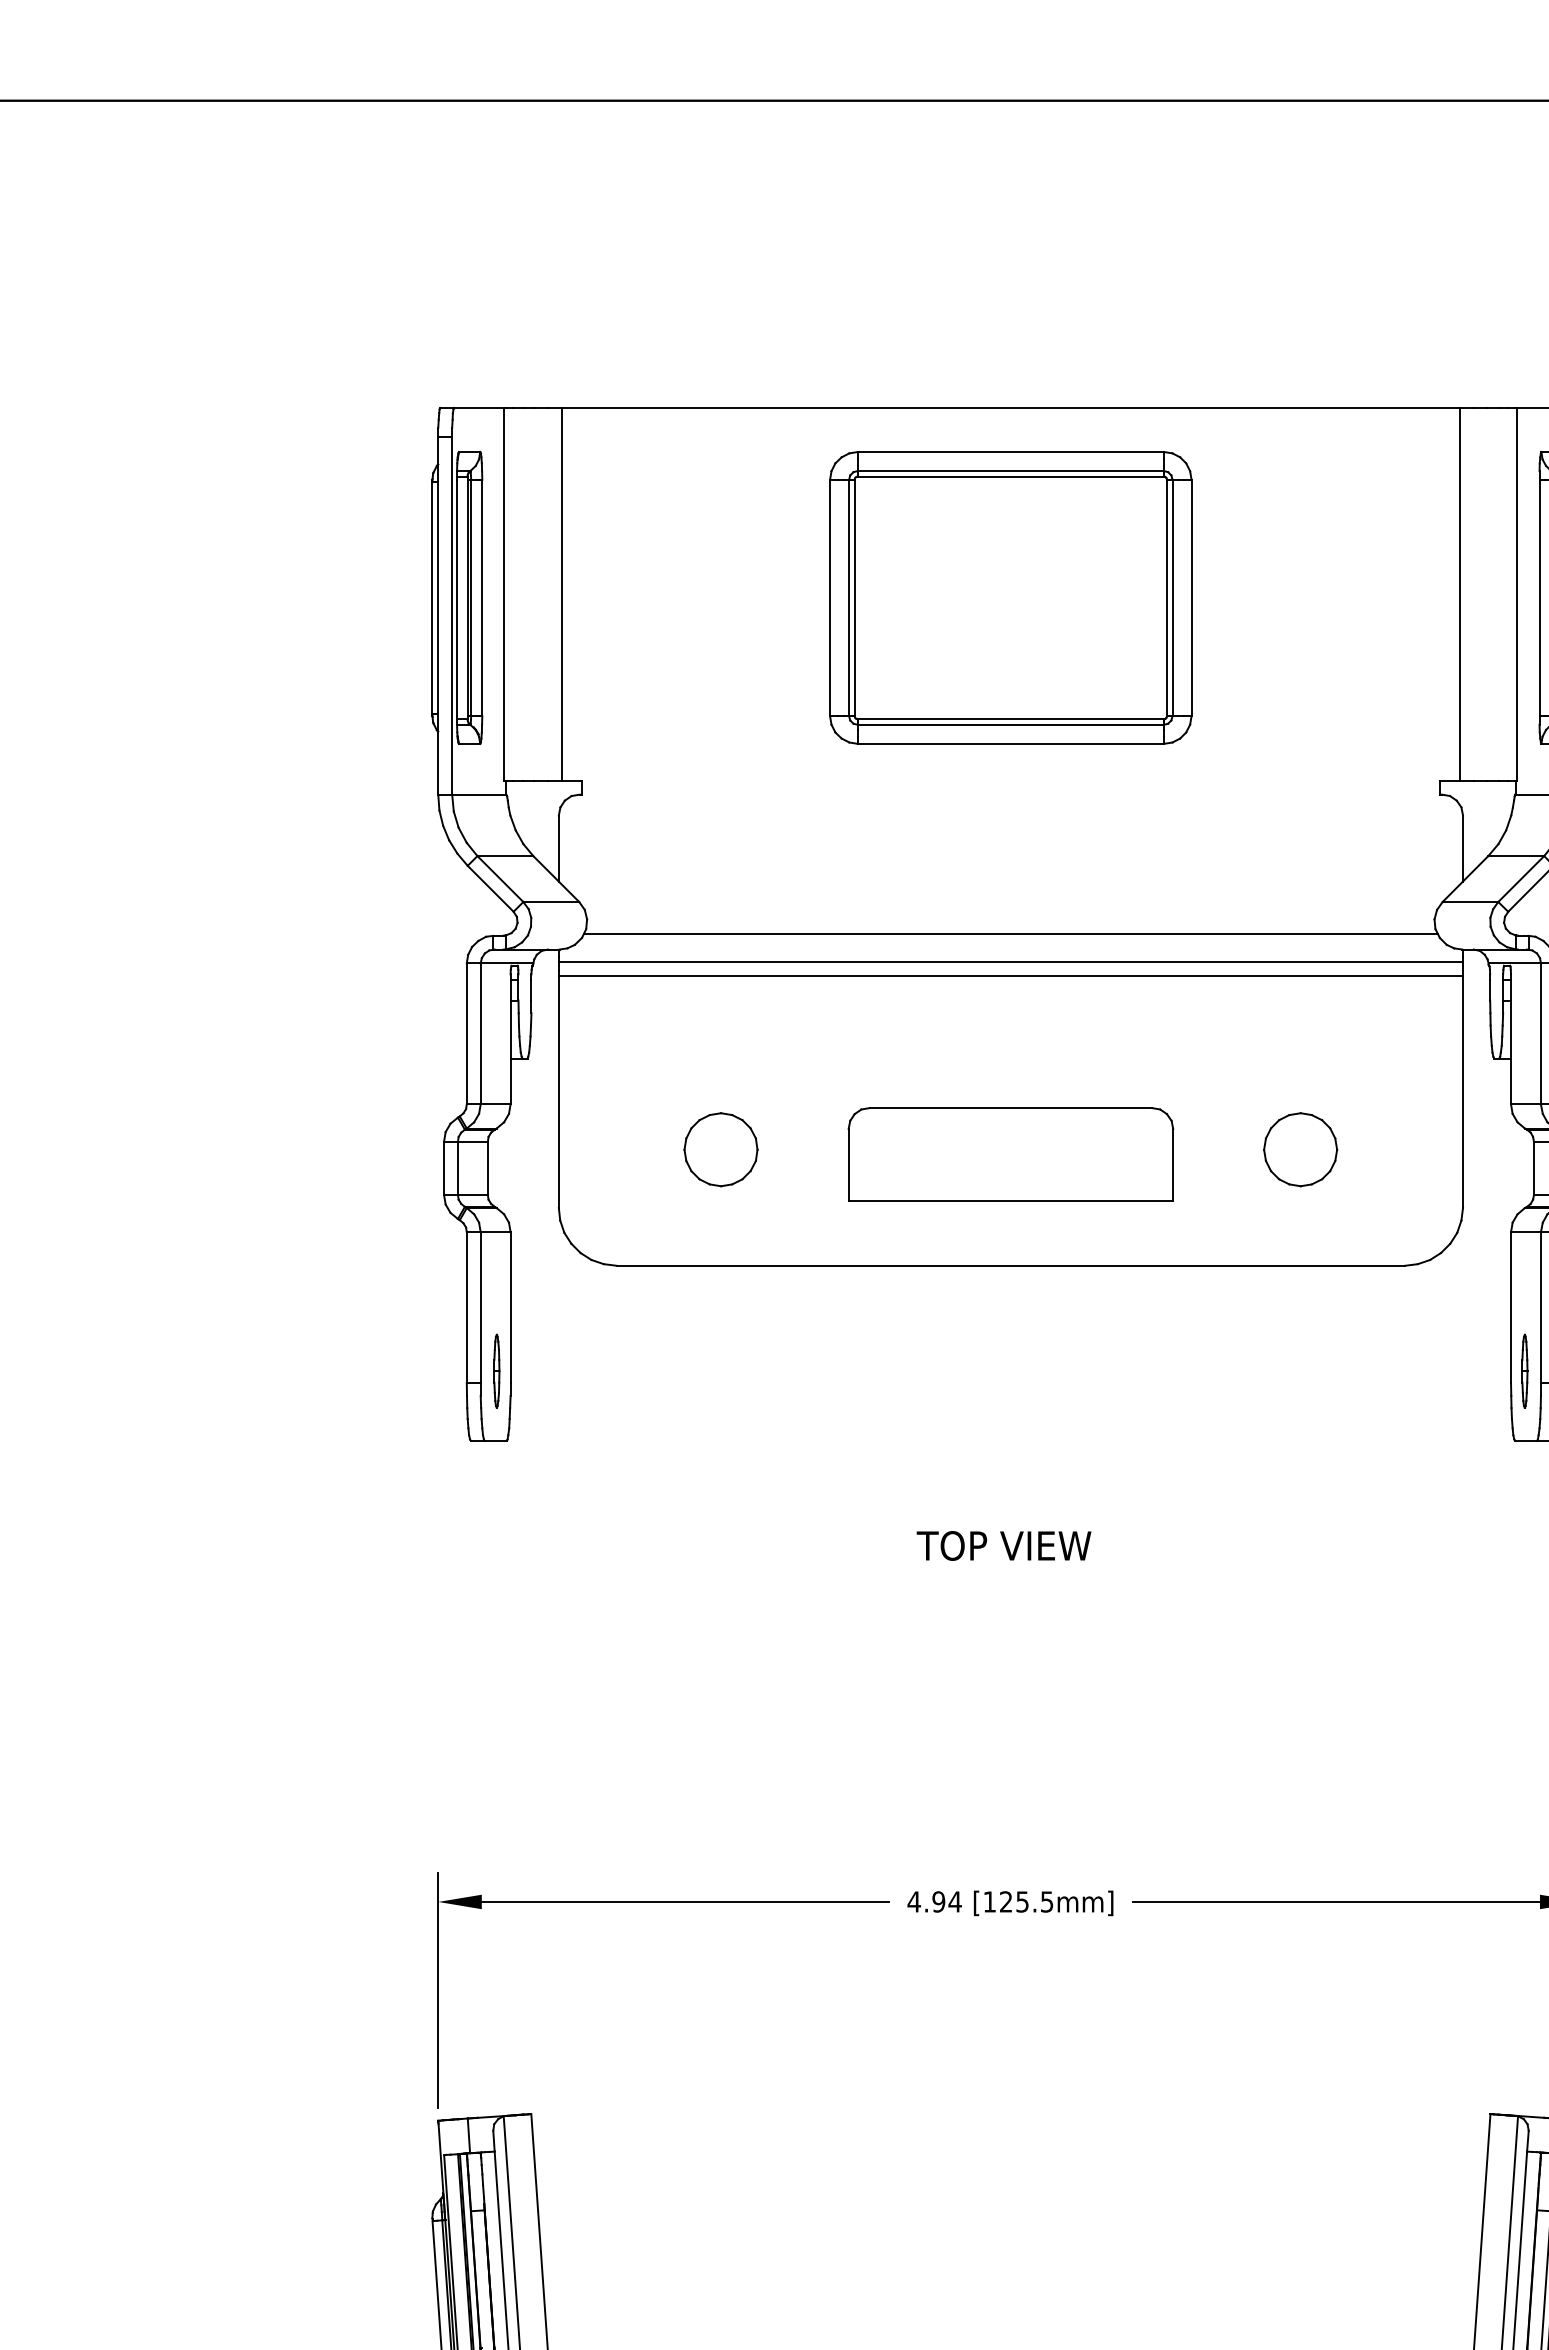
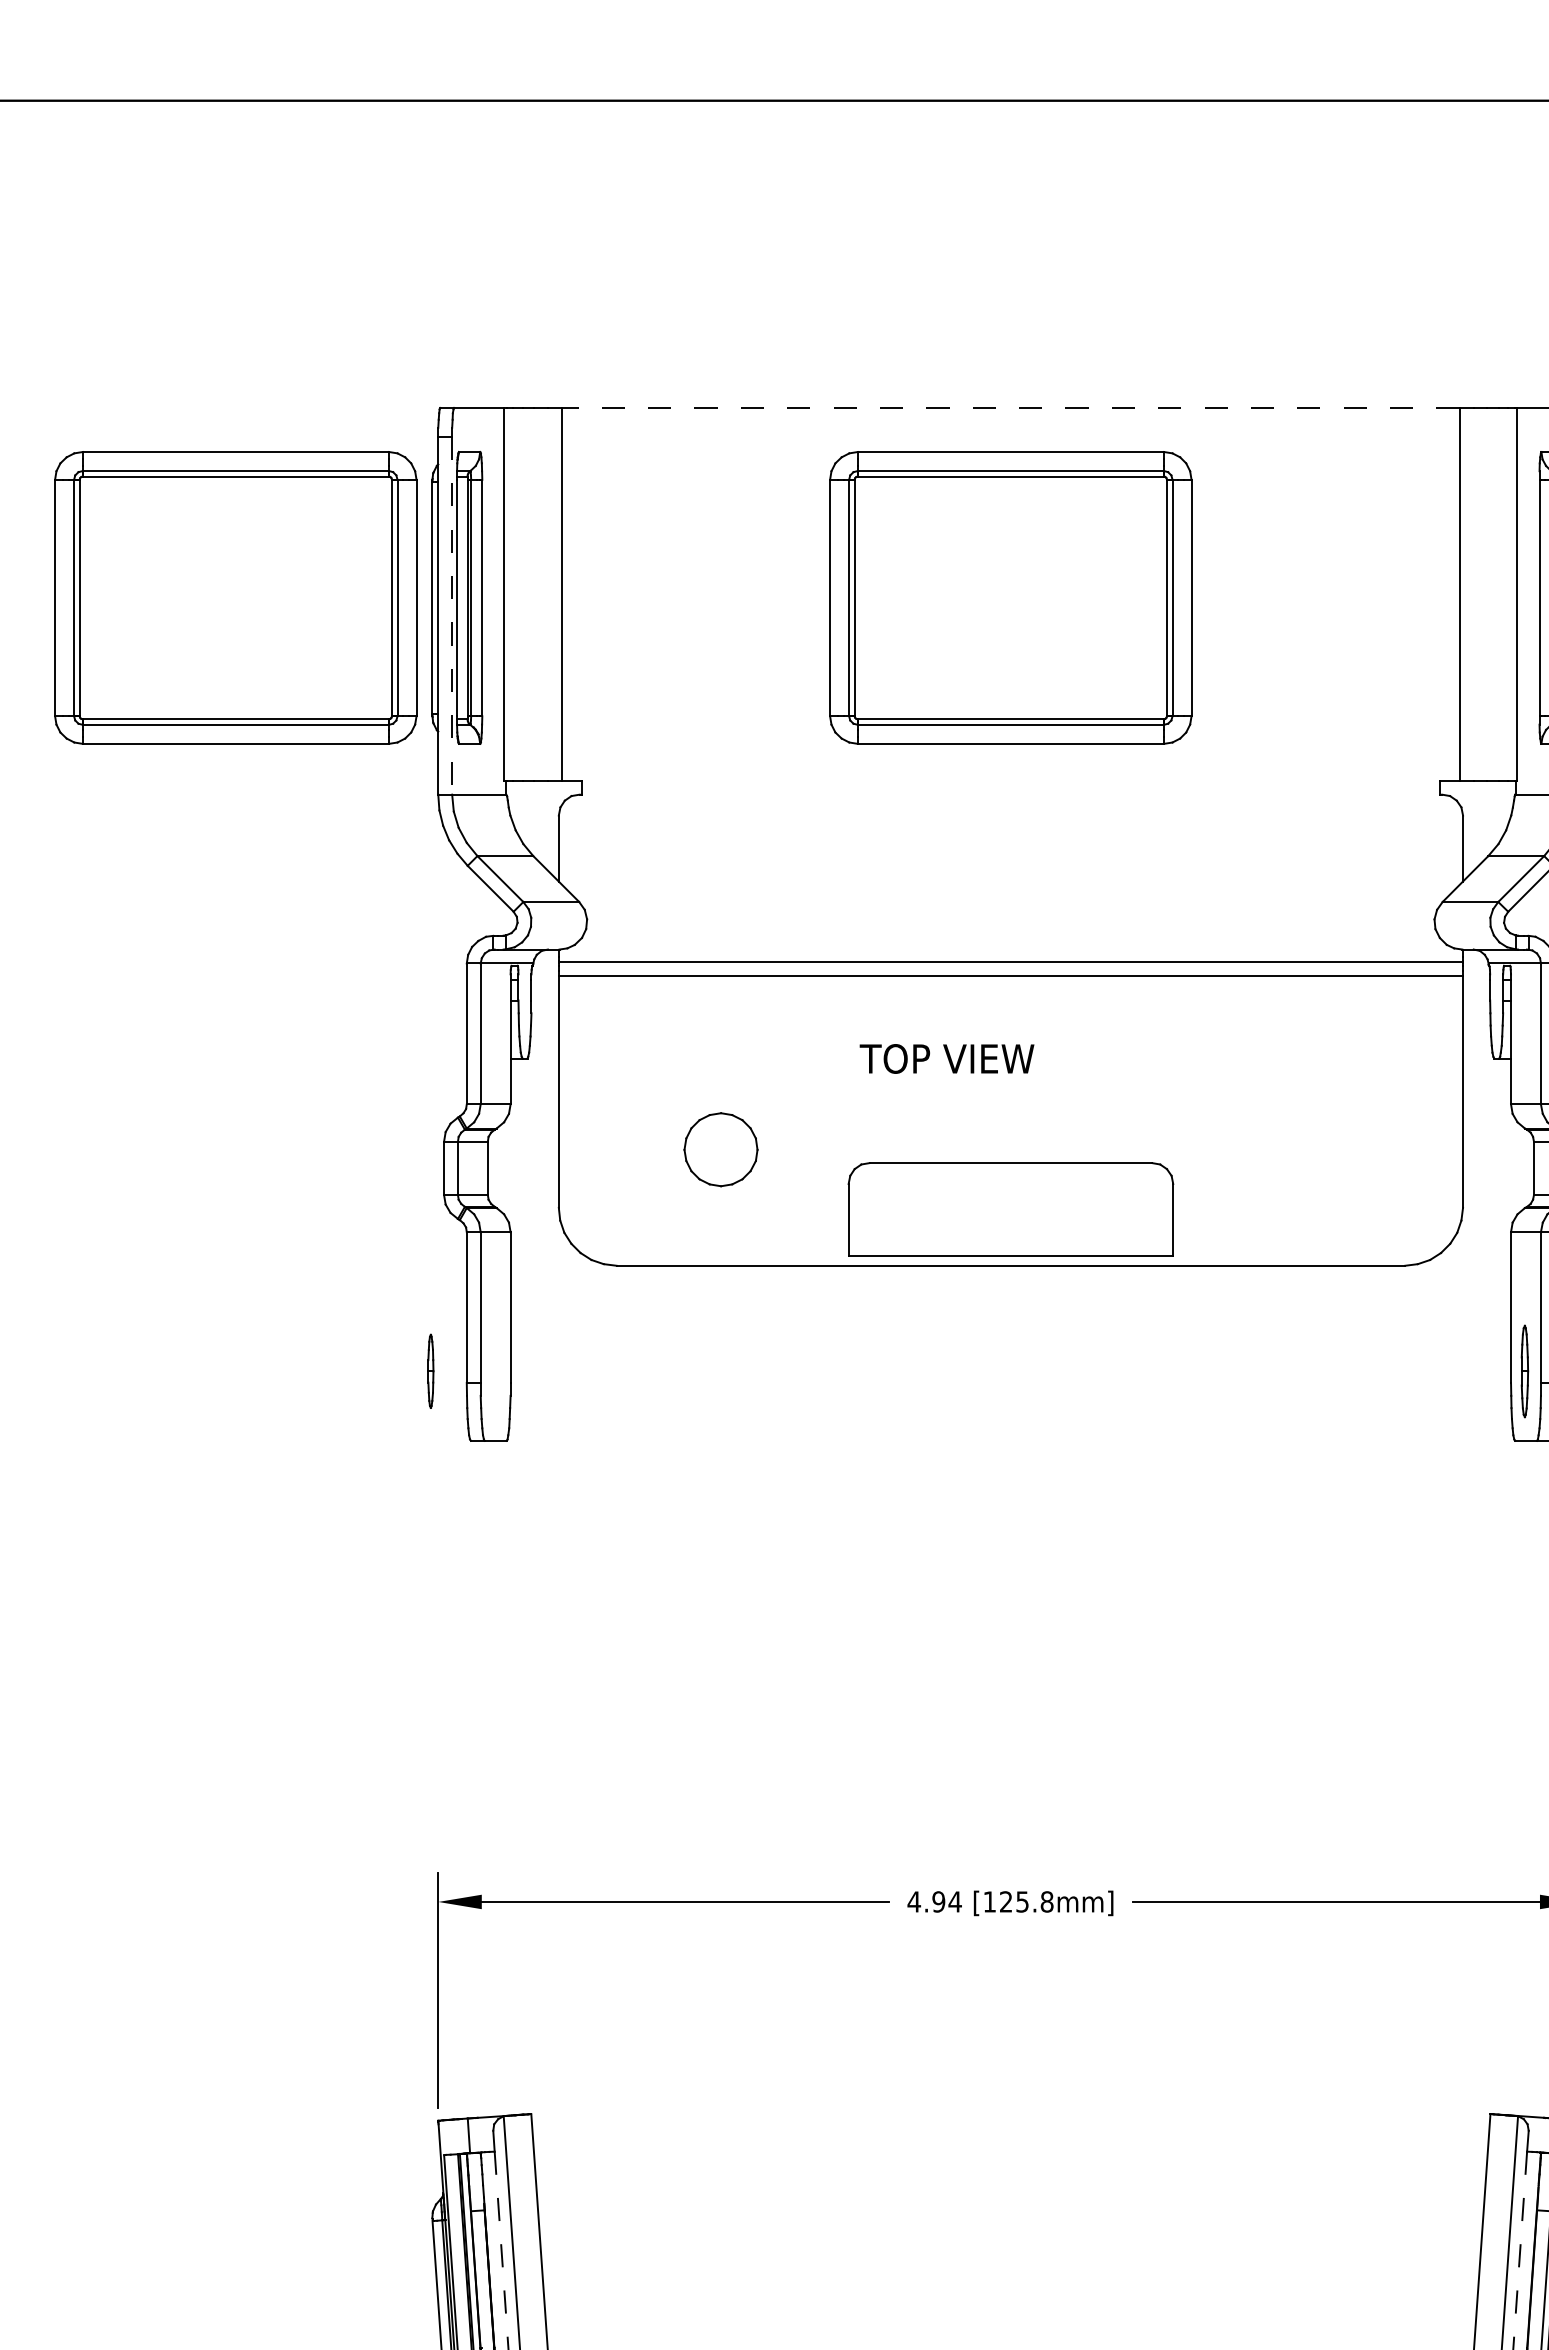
line at (1010, 407): solid -> dashed
part at (235, 597): none -> present
line at (452, 615): solid -> dashed
line at (1010, 934): present -> none
part at (1300, 1149): present -> none
part at (1010, 1154) position: (1010, 1154) -> (1010, 1209)
part at (496, 1370) position: (496, 1370) -> (430, 1370)
part at (1524, 1370) size: 8x76 px -> 10x95 px
text at (1003, 1545) position: (1003, 1545) -> (946, 1058)
text at (1046, 1901): [125.5mm] -> [125.8mm]
line at (501, 2250): solid -> dashed
line at (1520, 2250): solid -> dashed
